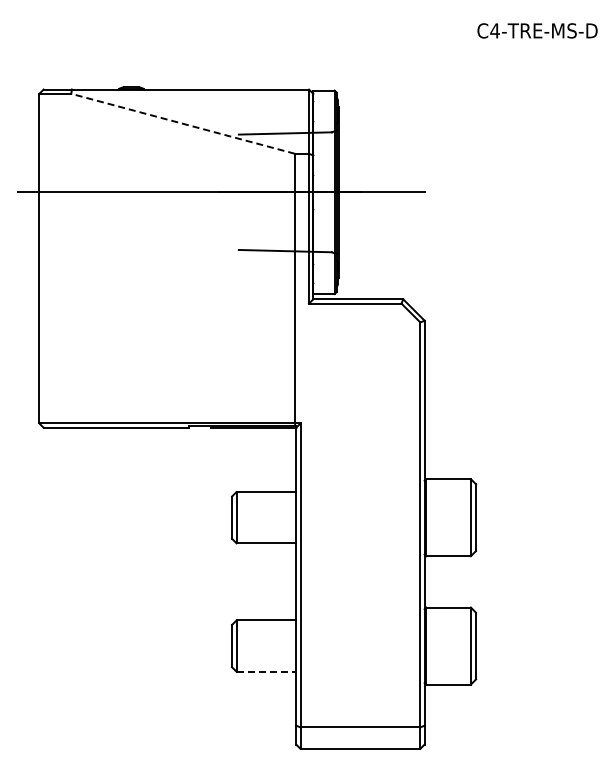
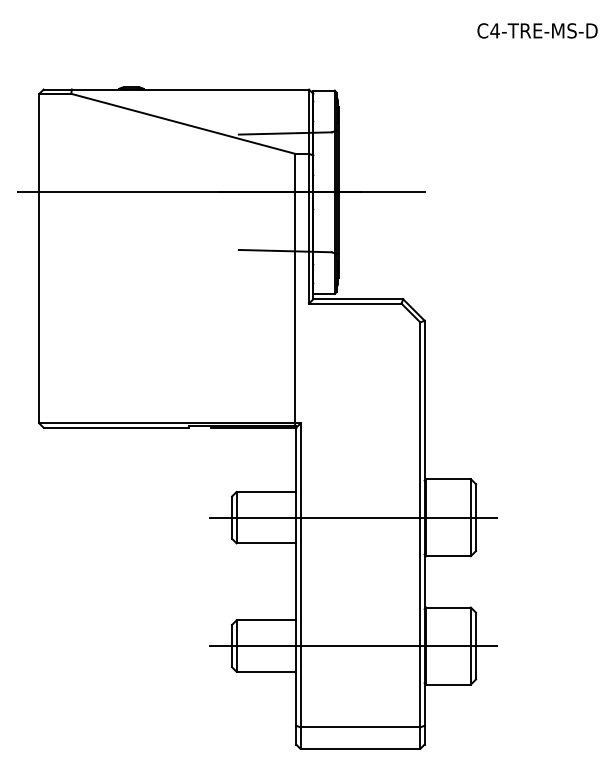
line at (183, 123): dashed -> solid
line at (353, 517): none -> present
line at (353, 646): none -> present
line at (266, 671): dashed -> solid
